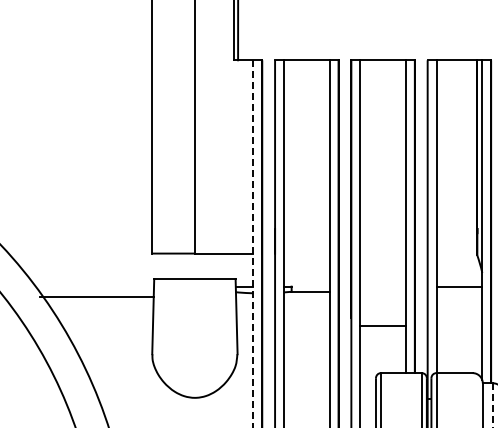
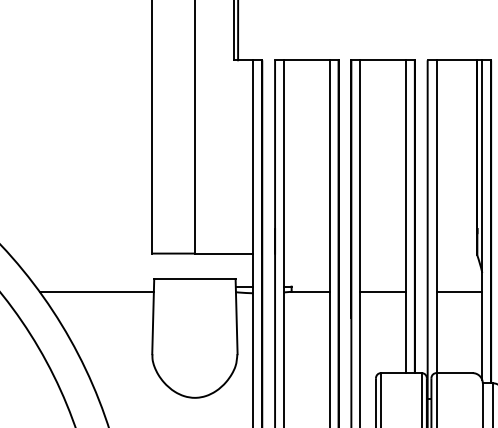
line at (253, 243): dashed -> solid
line at (459, 286) position: (459, 286) -> (459, 291)
line at (96, 296) position: (96, 296) -> (96, 291)
line at (382, 325) position: (382, 325) -> (382, 291)
line at (492, 405): dashed -> solid
